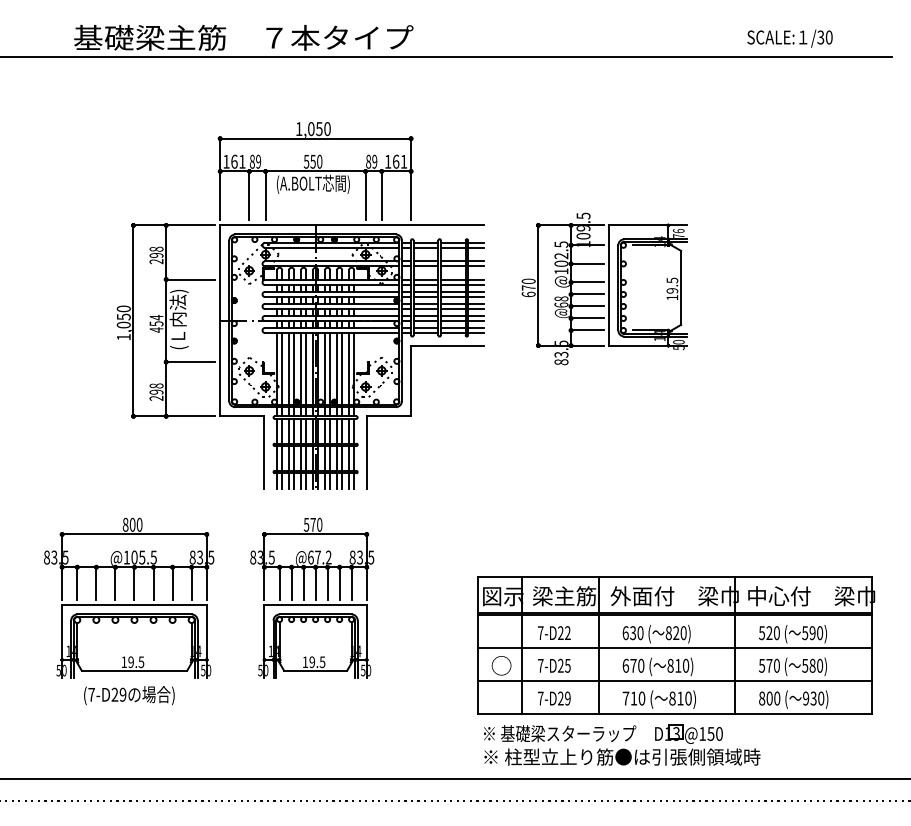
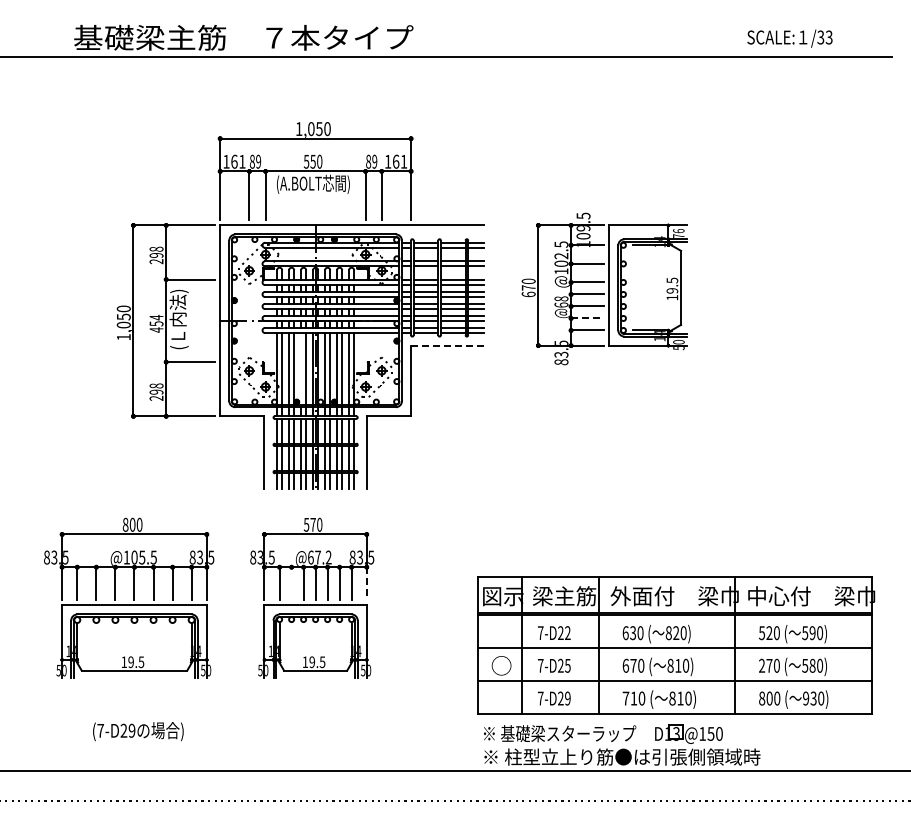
text at (828, 37): /30 -> /33
line at (587, 318): solid -> dashed
line at (447, 345): solid -> dashed
line at (301, 368): present -> none
line at (291, 583): present -> none
line at (366, 584): solid -> dashed
text at (762, 665): 570 -> 270
text at (129, 695) position: (129, 695) -> (138, 731)
line at (454, 779) position: (454, 779) -> (454, 771)
